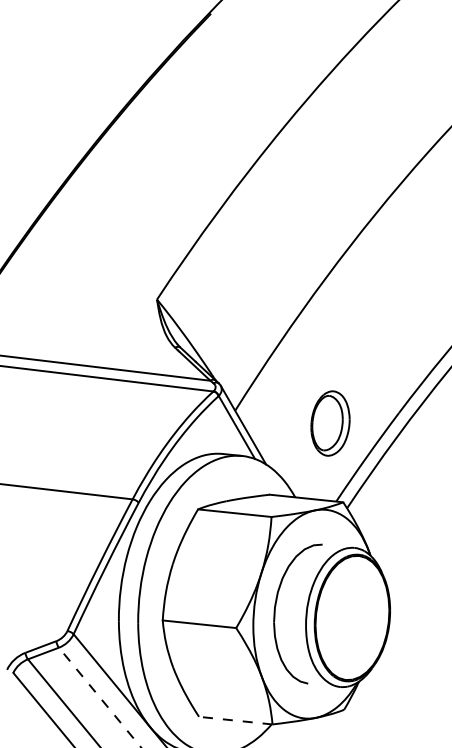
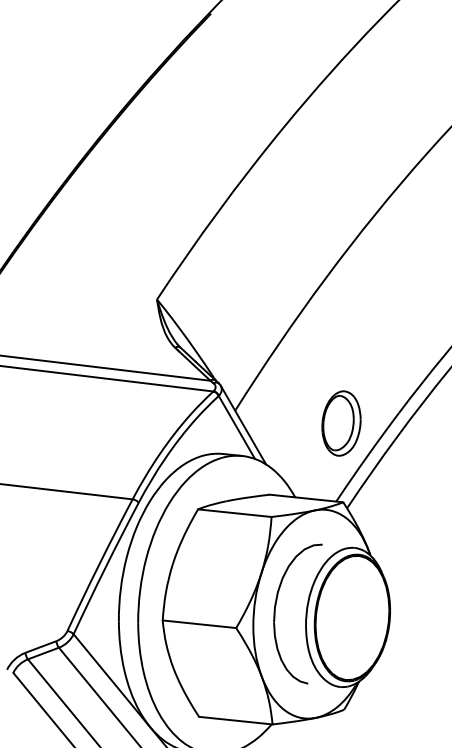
part at (330, 423) position: (330, 423) -> (341, 423)
line at (100, 697): dashed -> solid
line at (235, 720): dashed -> solid
